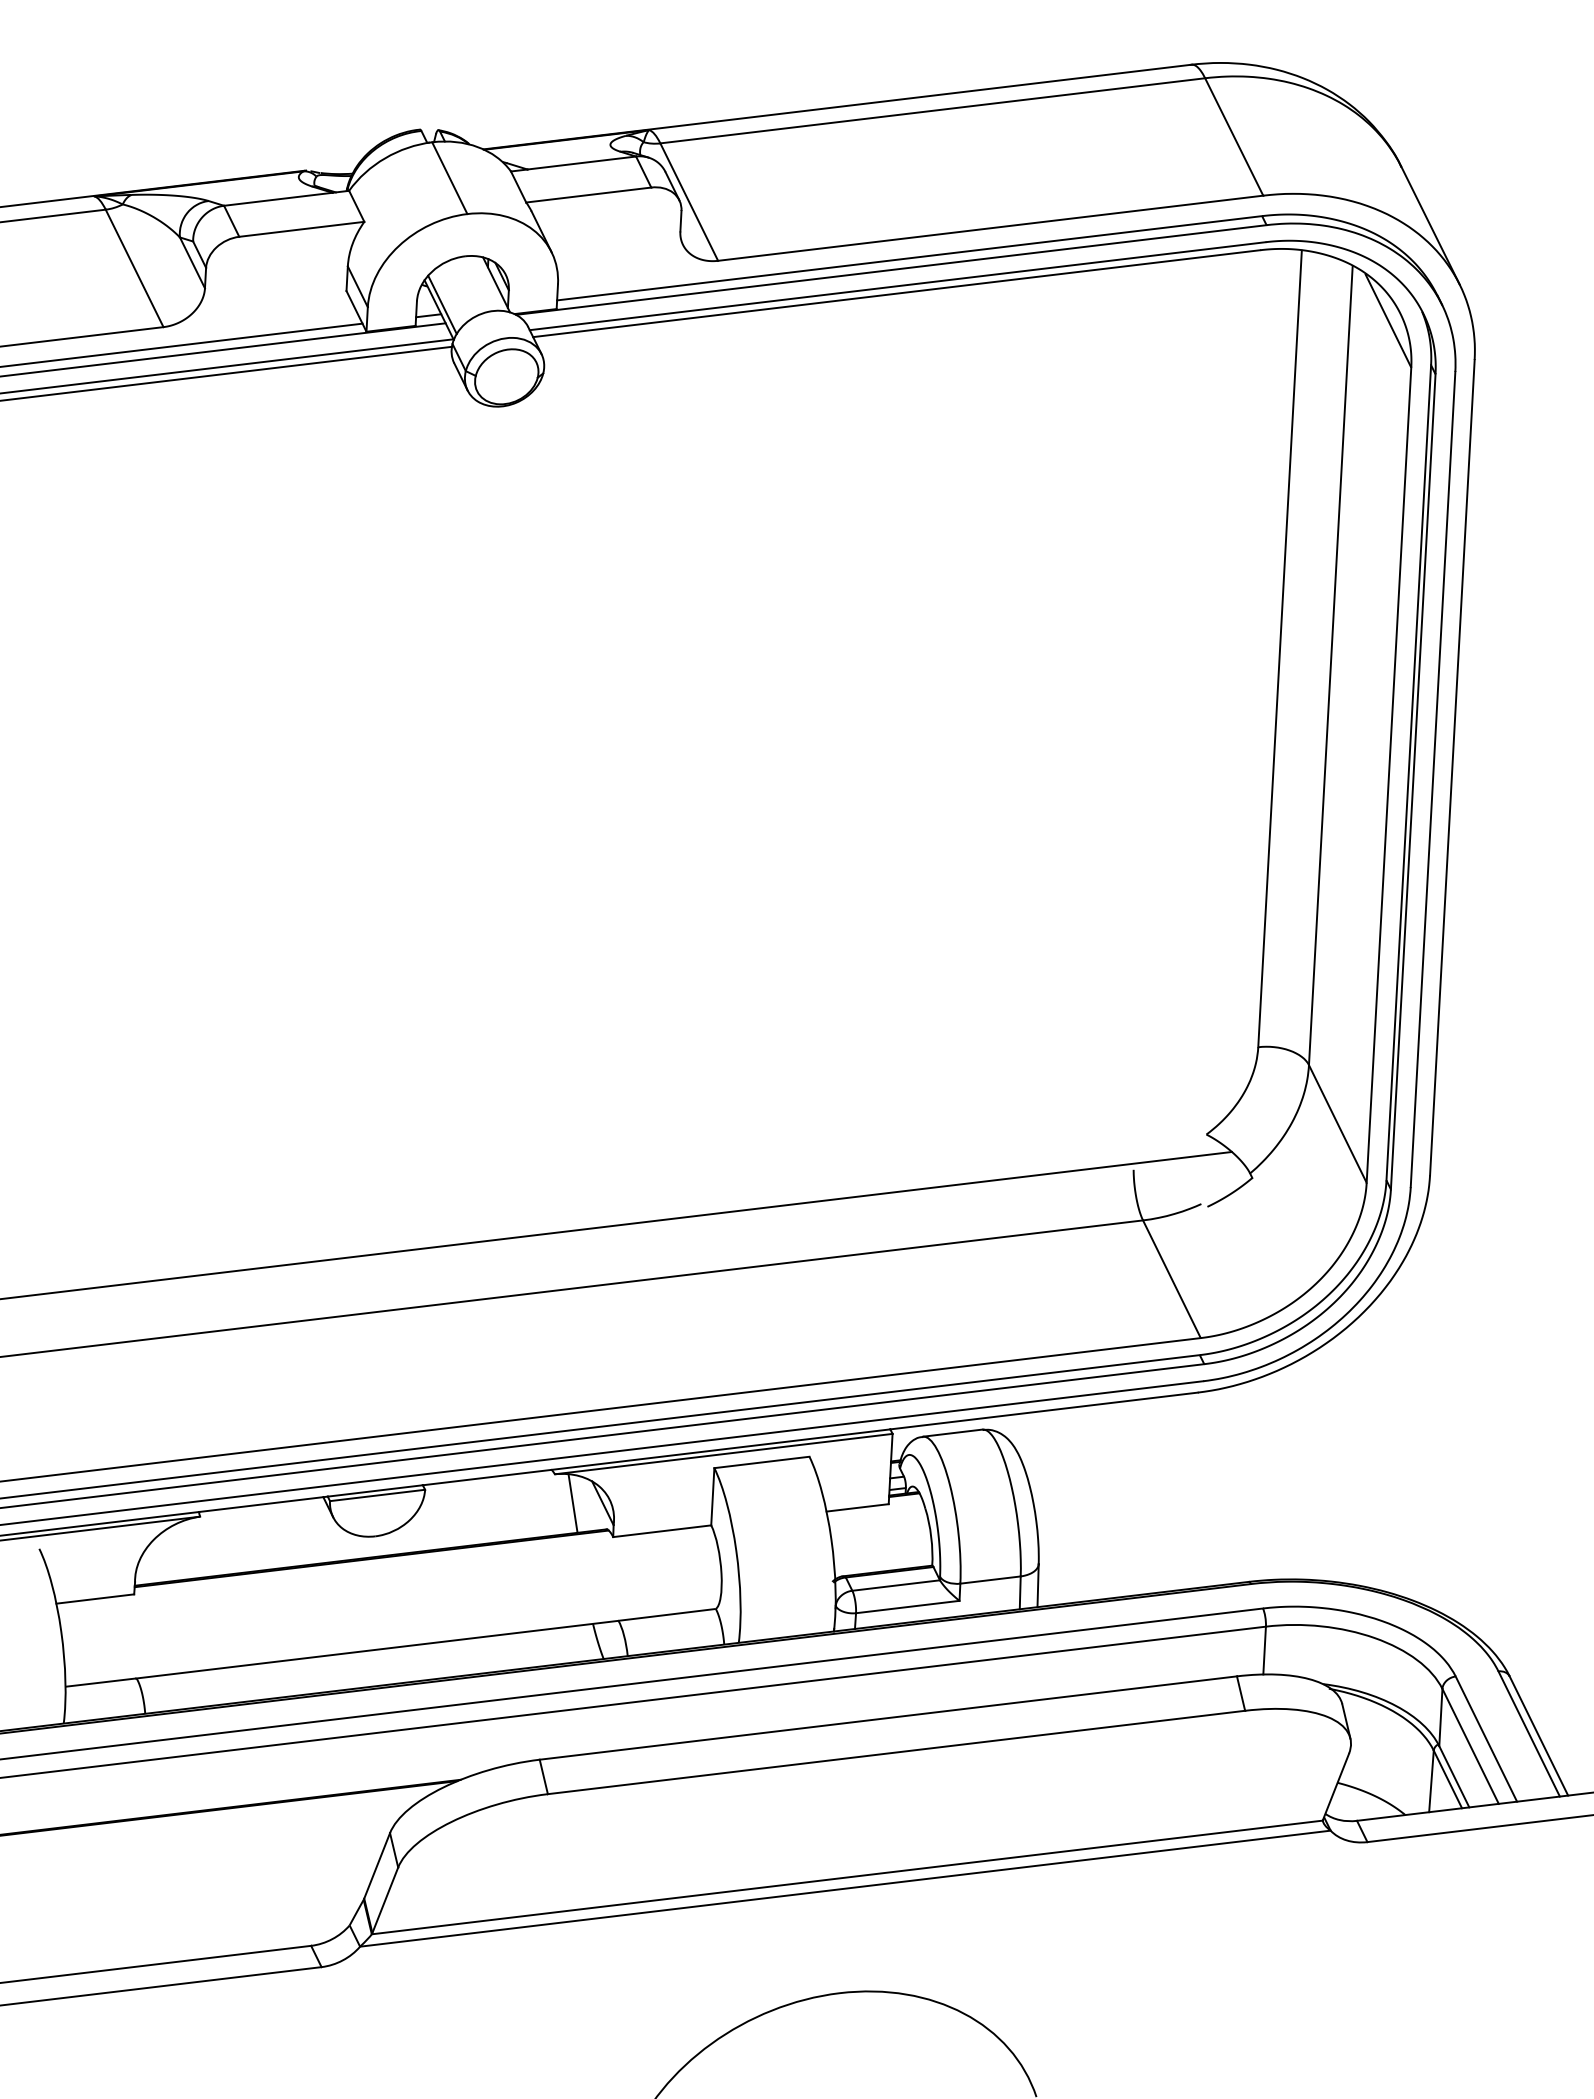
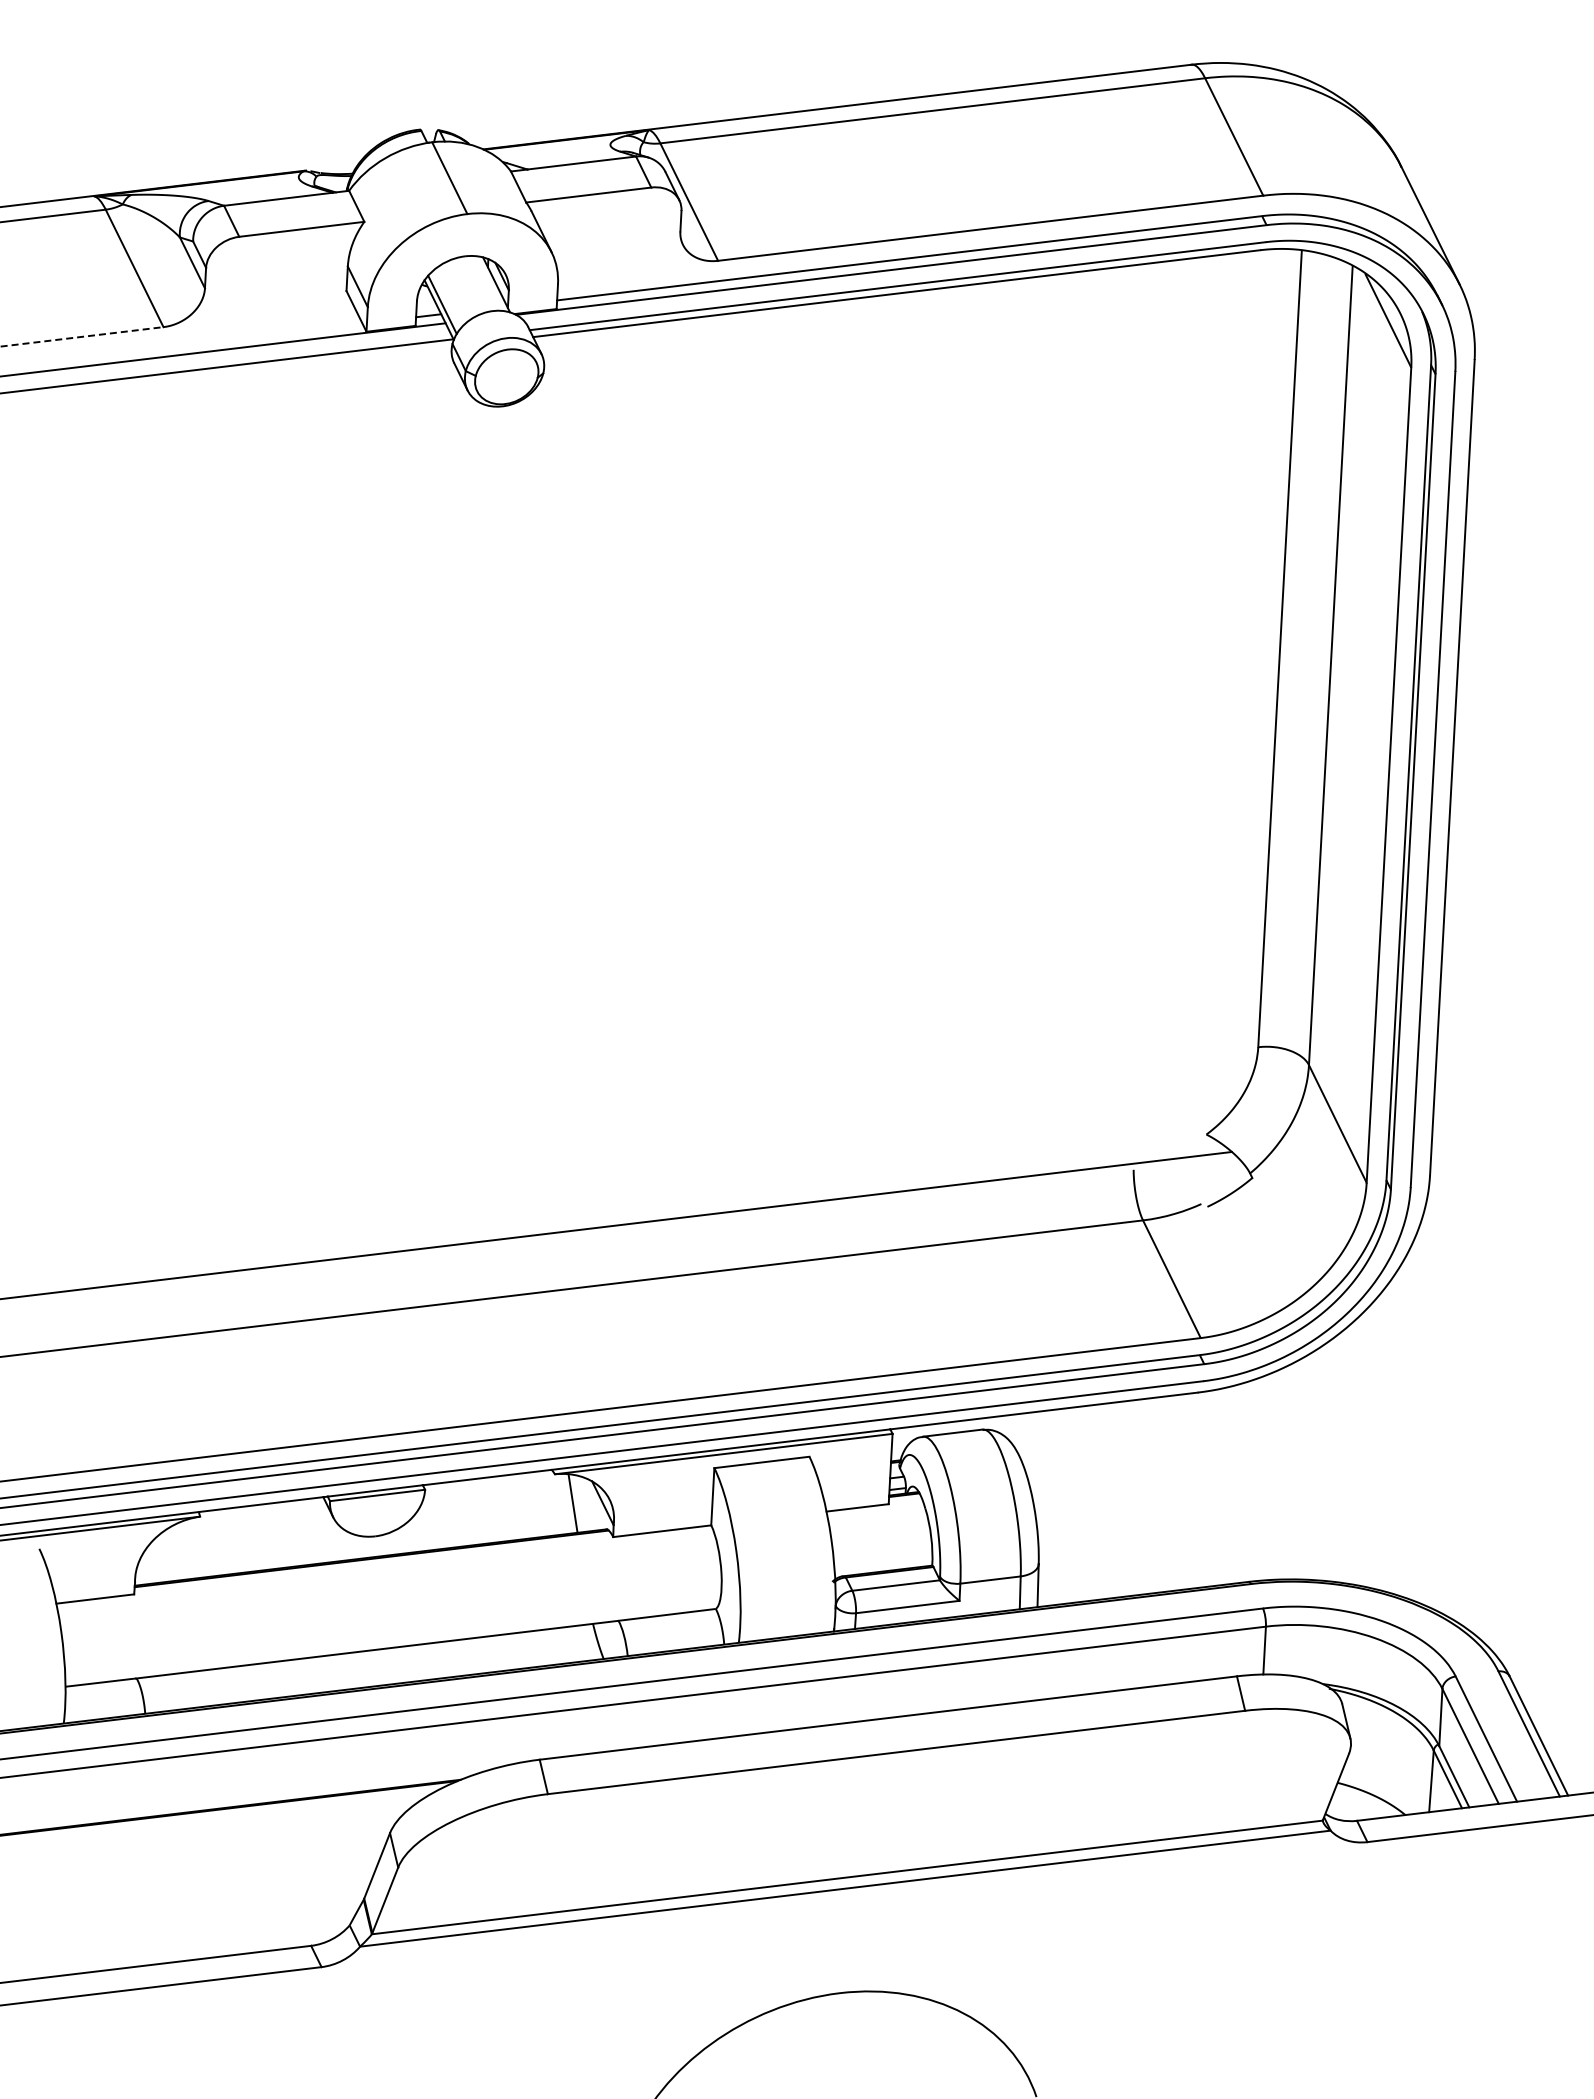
line at (82, 336): solid -> dashed
line at (182, 344): present -> none
line at (226, 373): present -> none
